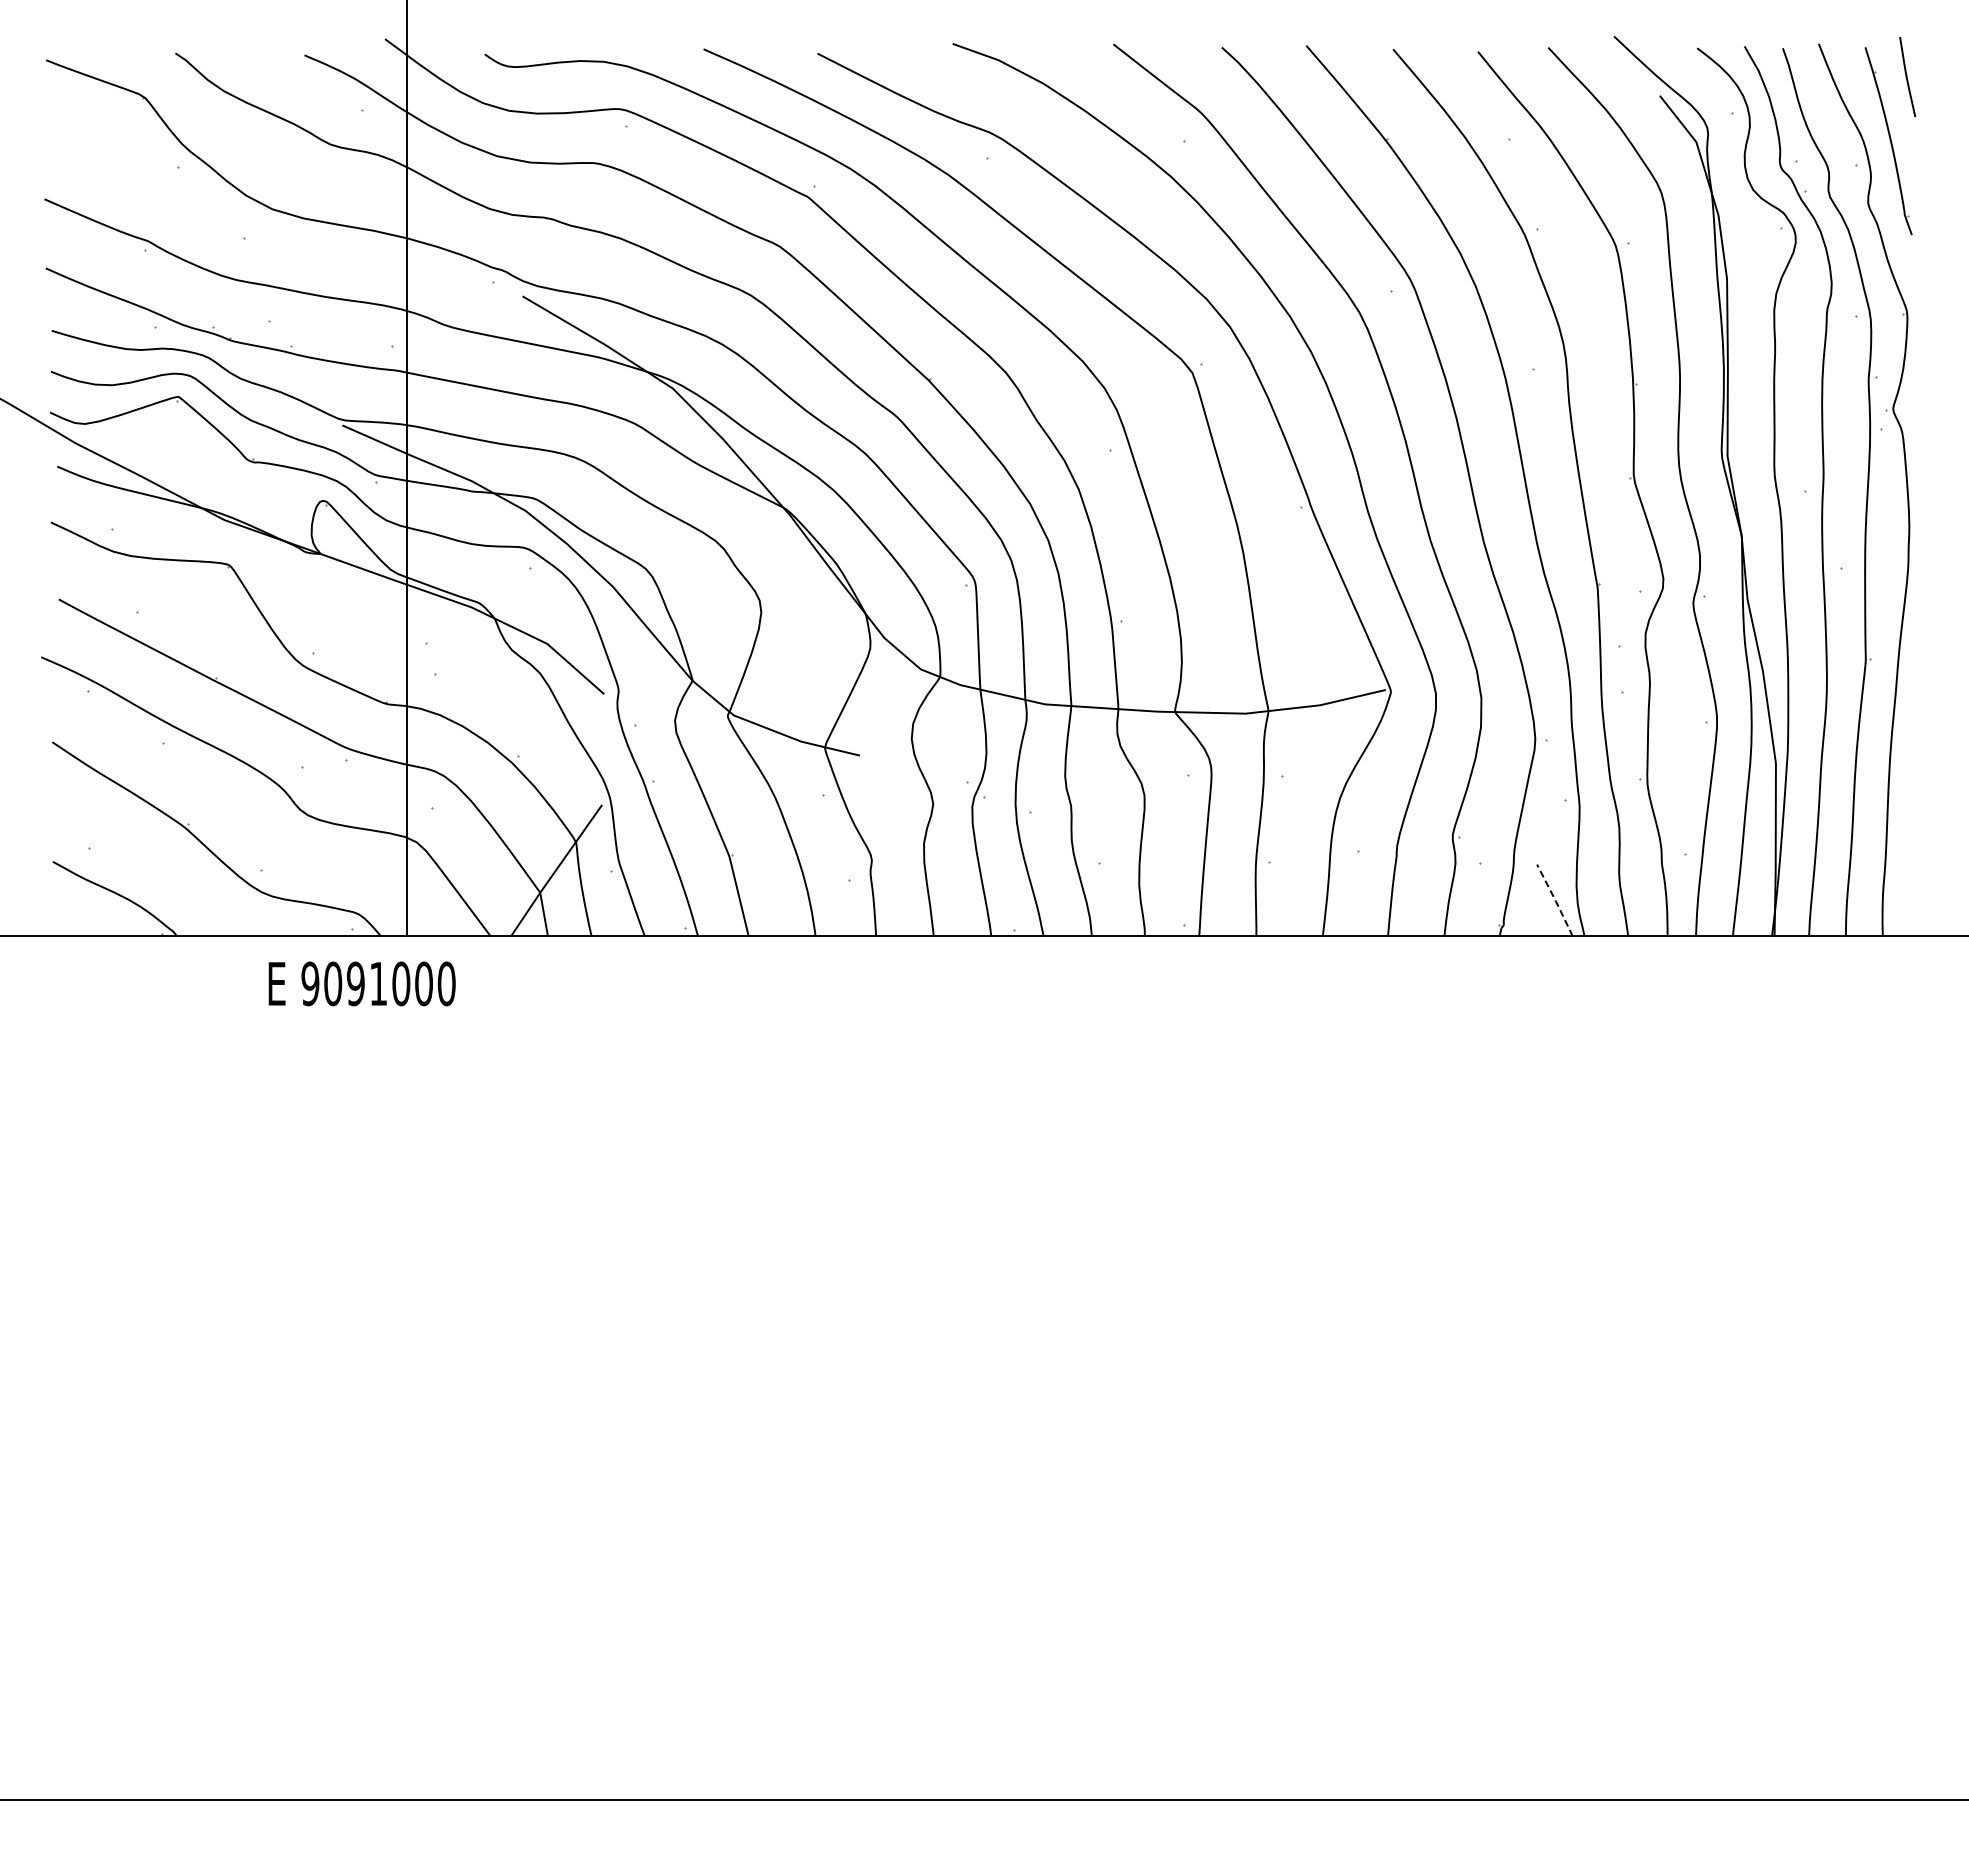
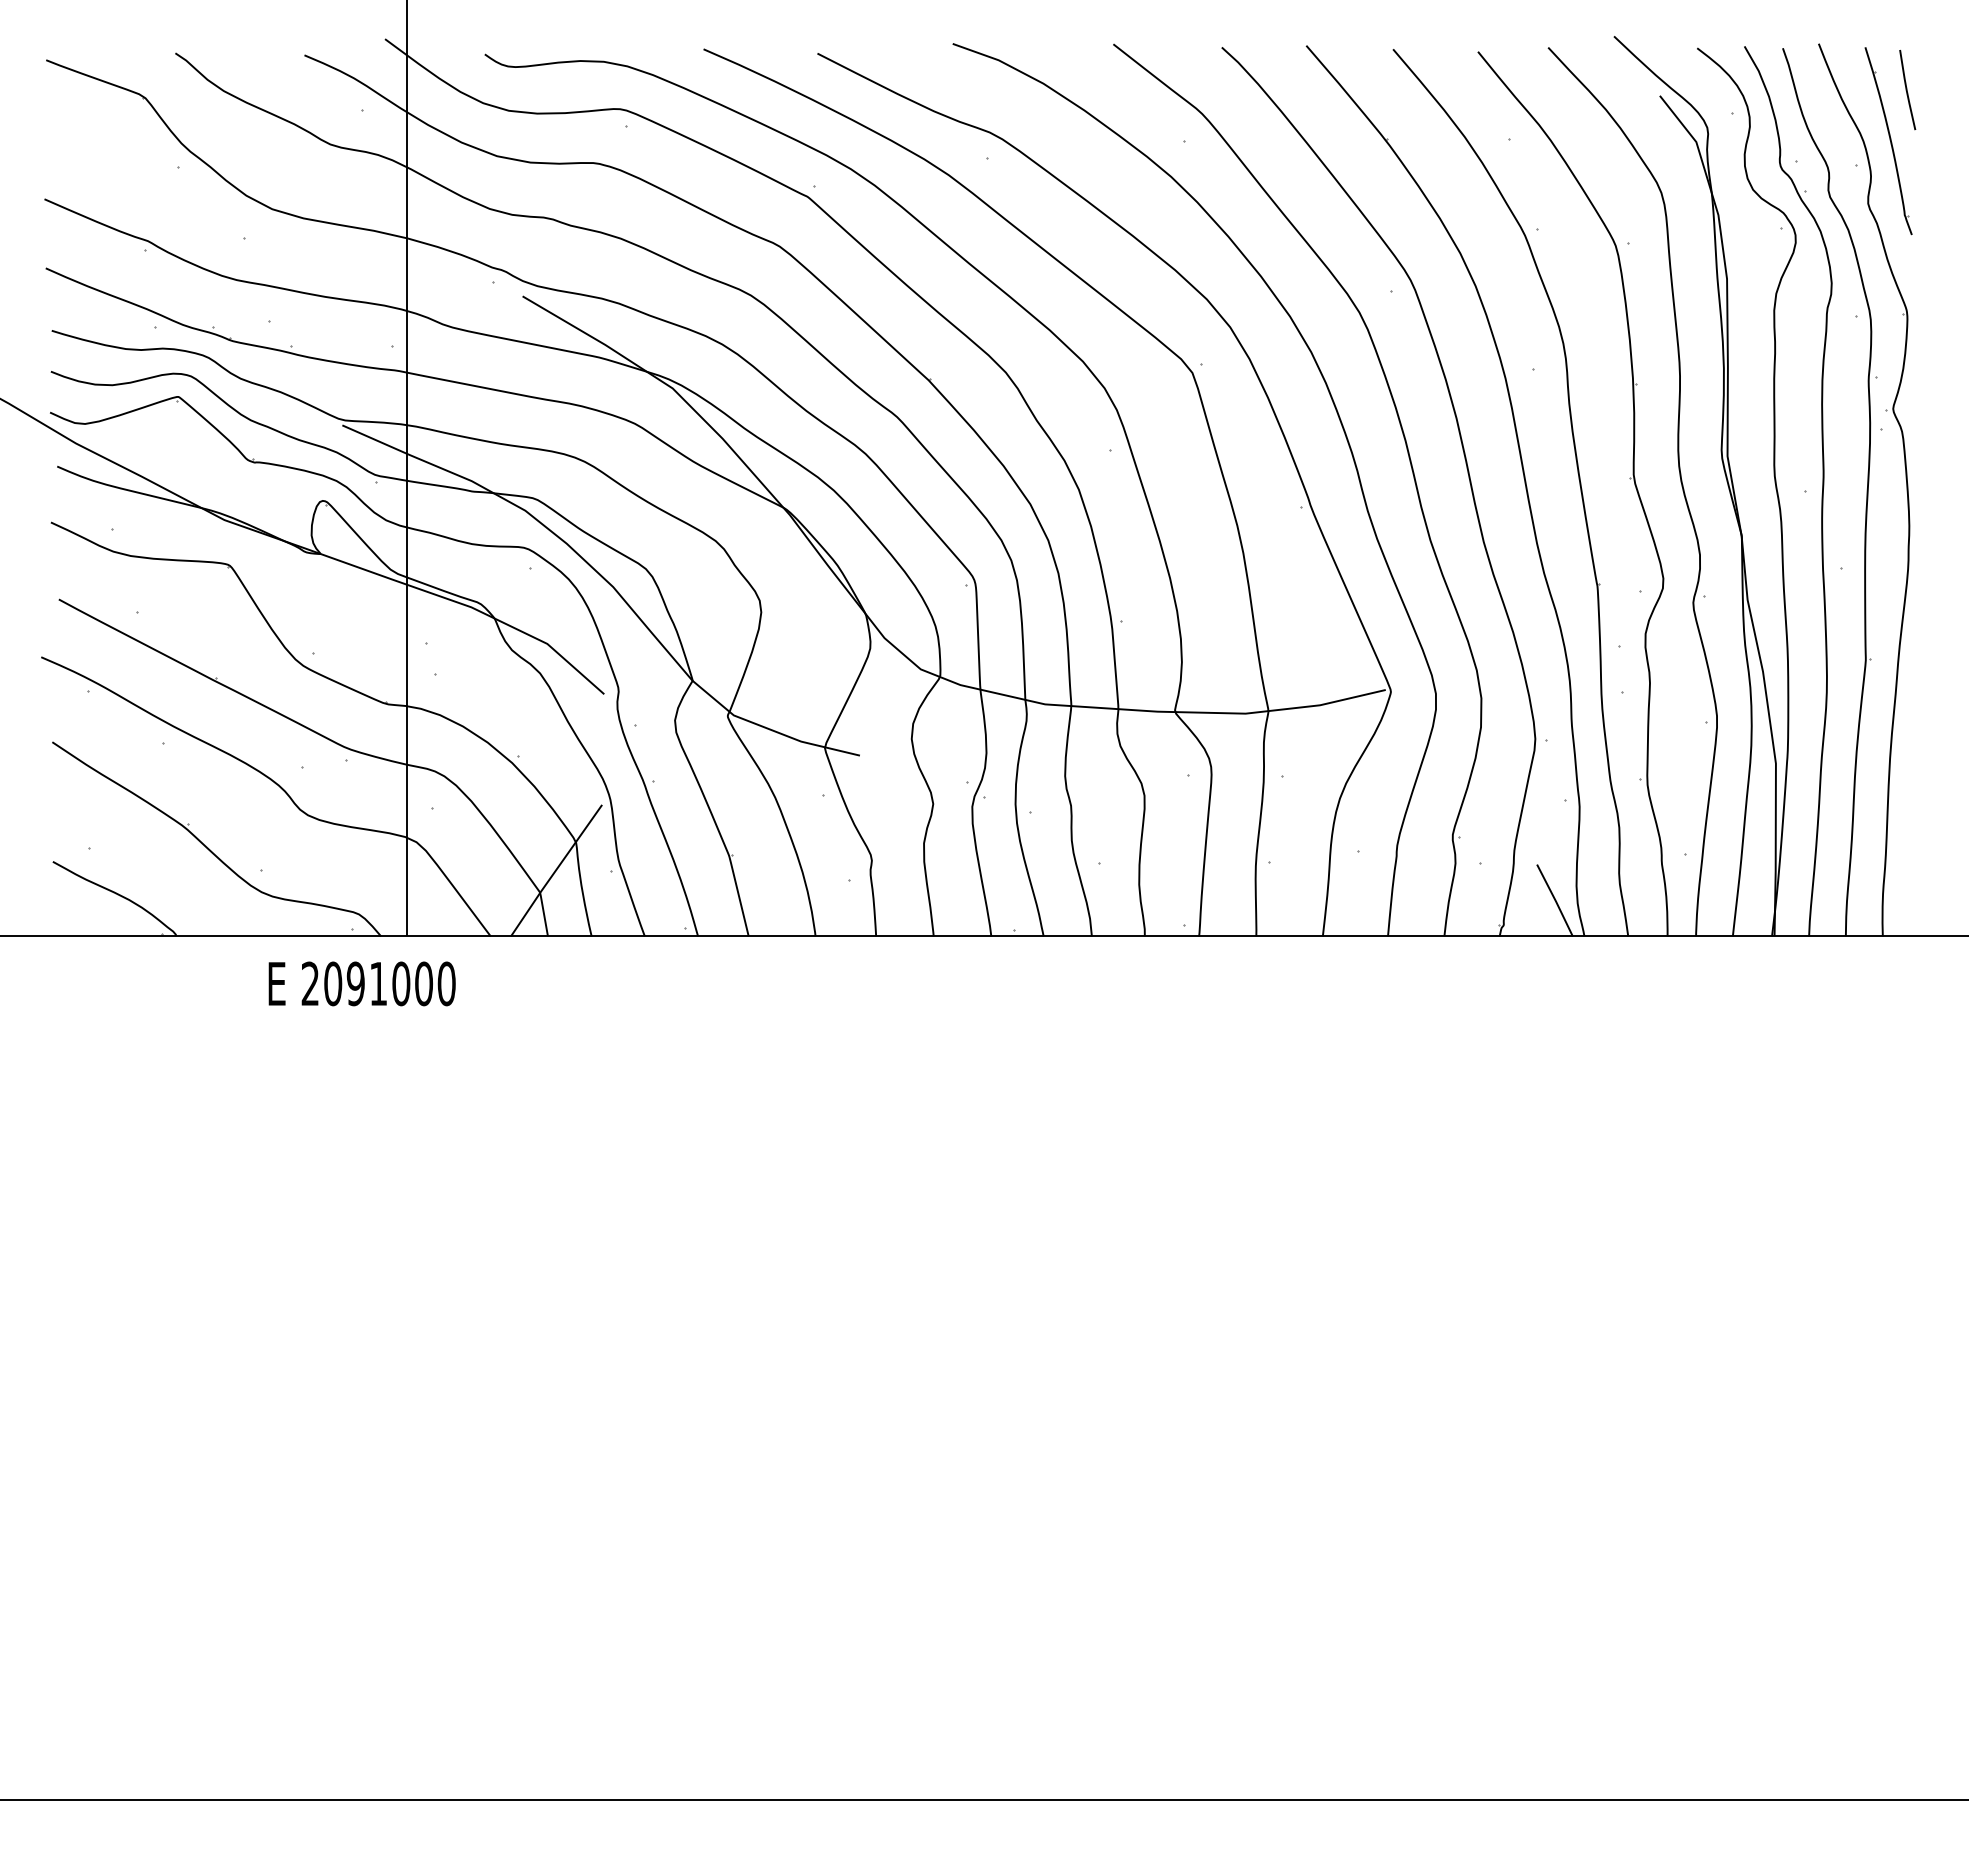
line at (1907, 77) position: (1907, 77) -> (1907, 90)
line at (1555, 900): dashed -> solid
text at (310, 983): 9091000 -> 2091000
